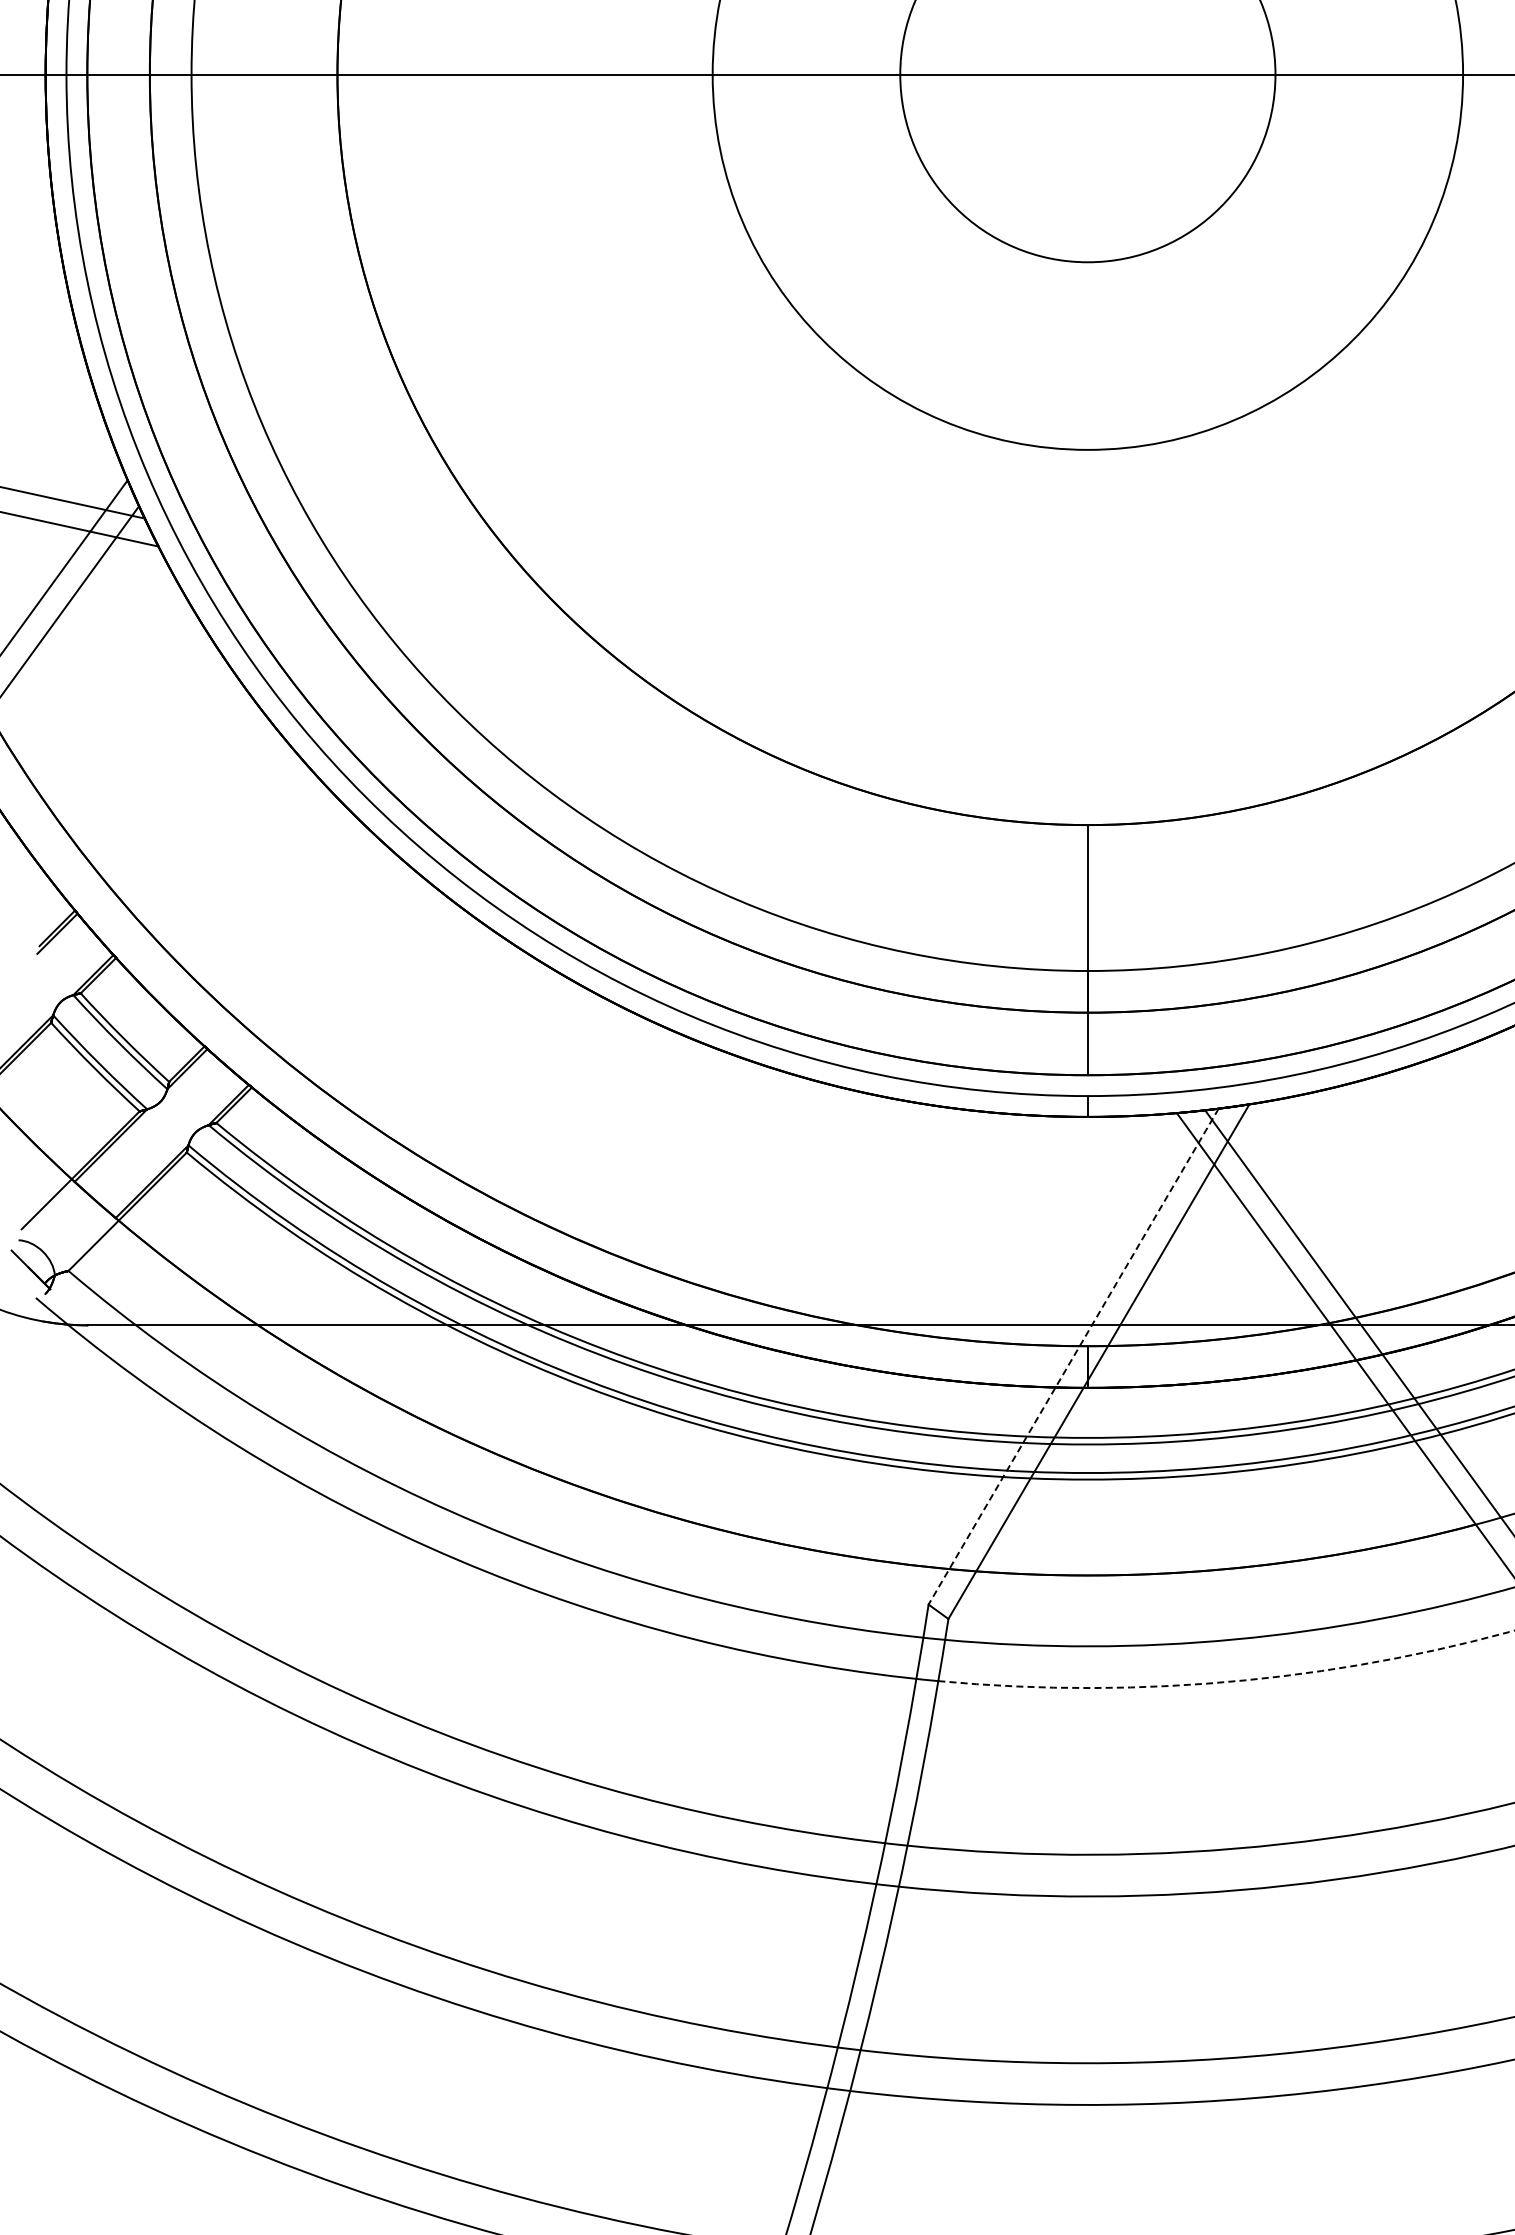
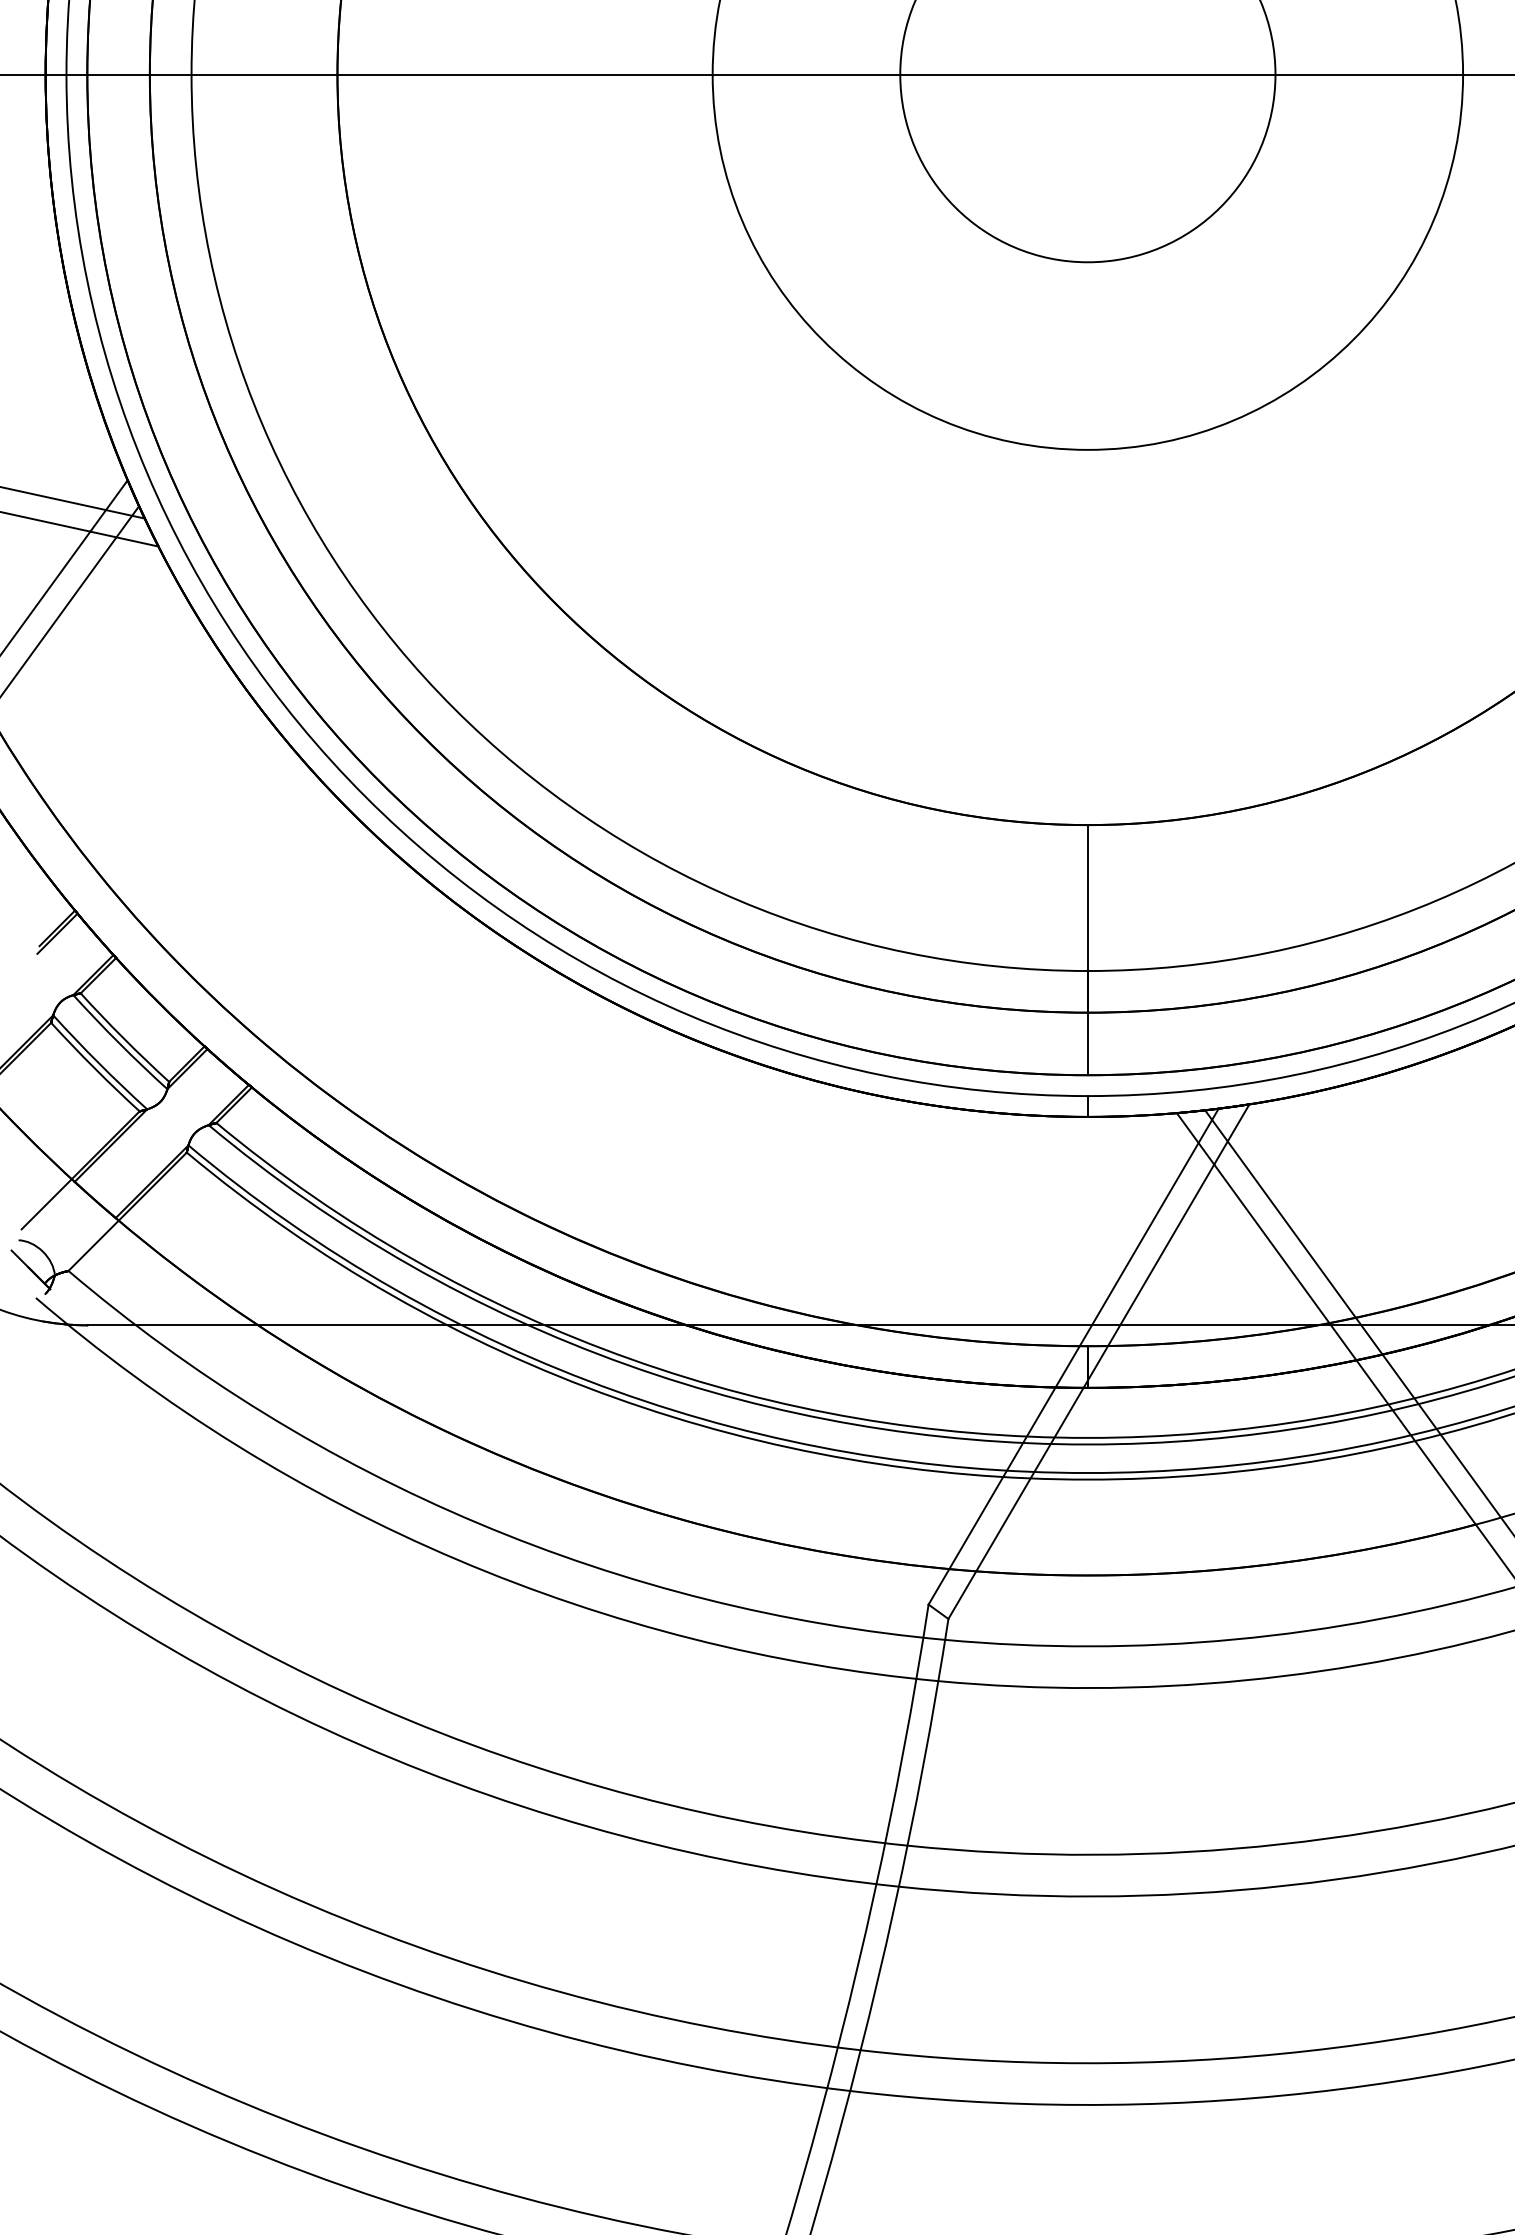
line at (1073, 1357): dashed -> solid
arc at (1229, 1681): dashed -> solid
